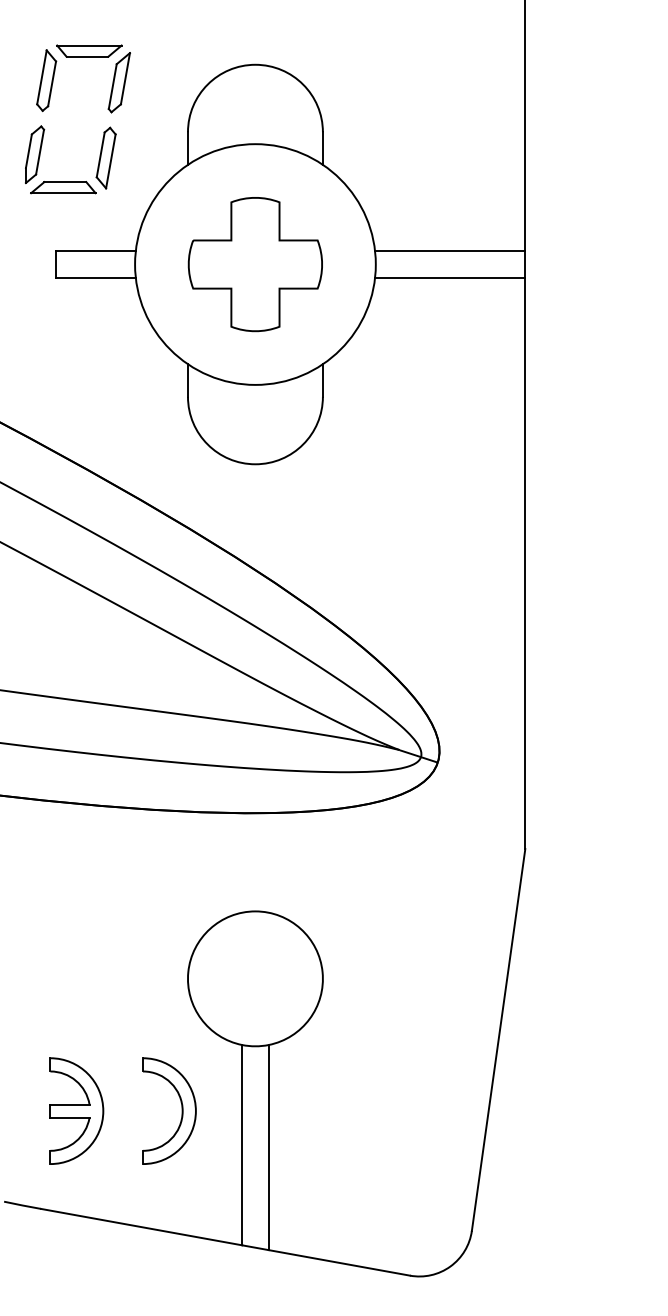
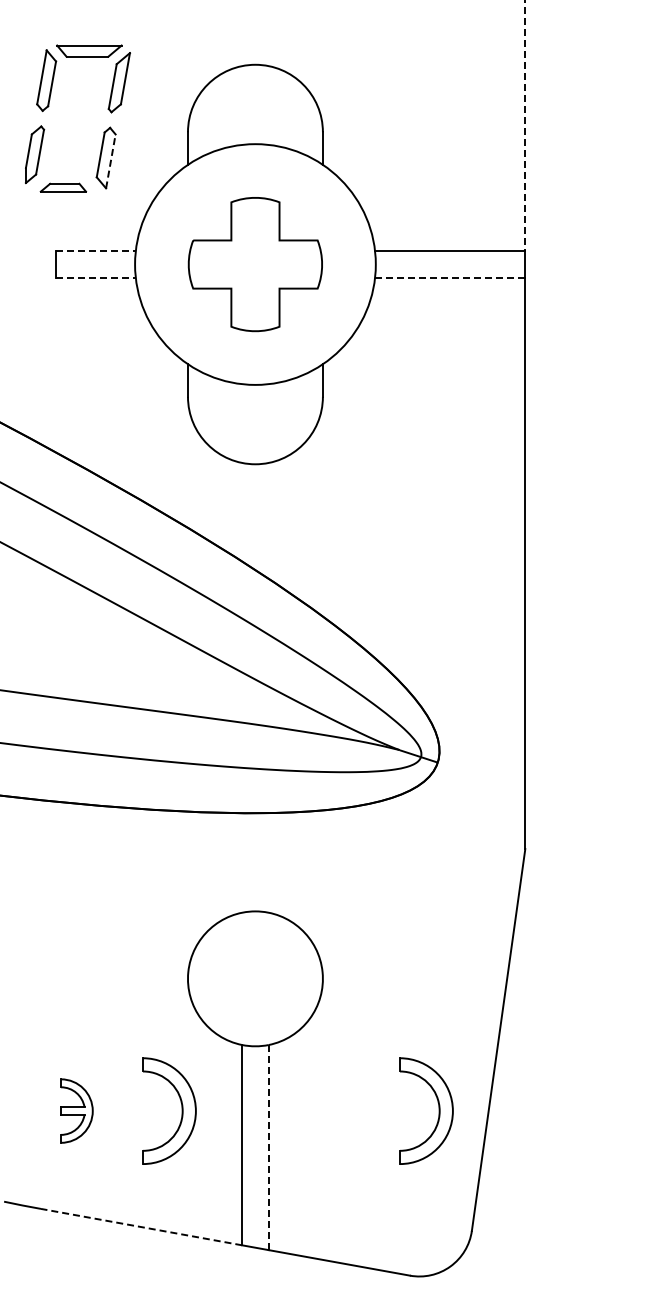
line at (525, 126): solid -> dashed
line at (110, 160): solid -> dashed
part at (63, 187) size: 67x14 px -> 49x11 px
line at (96, 251): solid -> dashed
line at (96, 277): solid -> dashed
line at (450, 277): solid -> dashed
part at (76, 1110) size: 56x108 px -> 34x66 px
part at (438, 1110): none -> present
line at (268, 1147): solid -> dashed
line at (141, 1227): solid -> dashed
